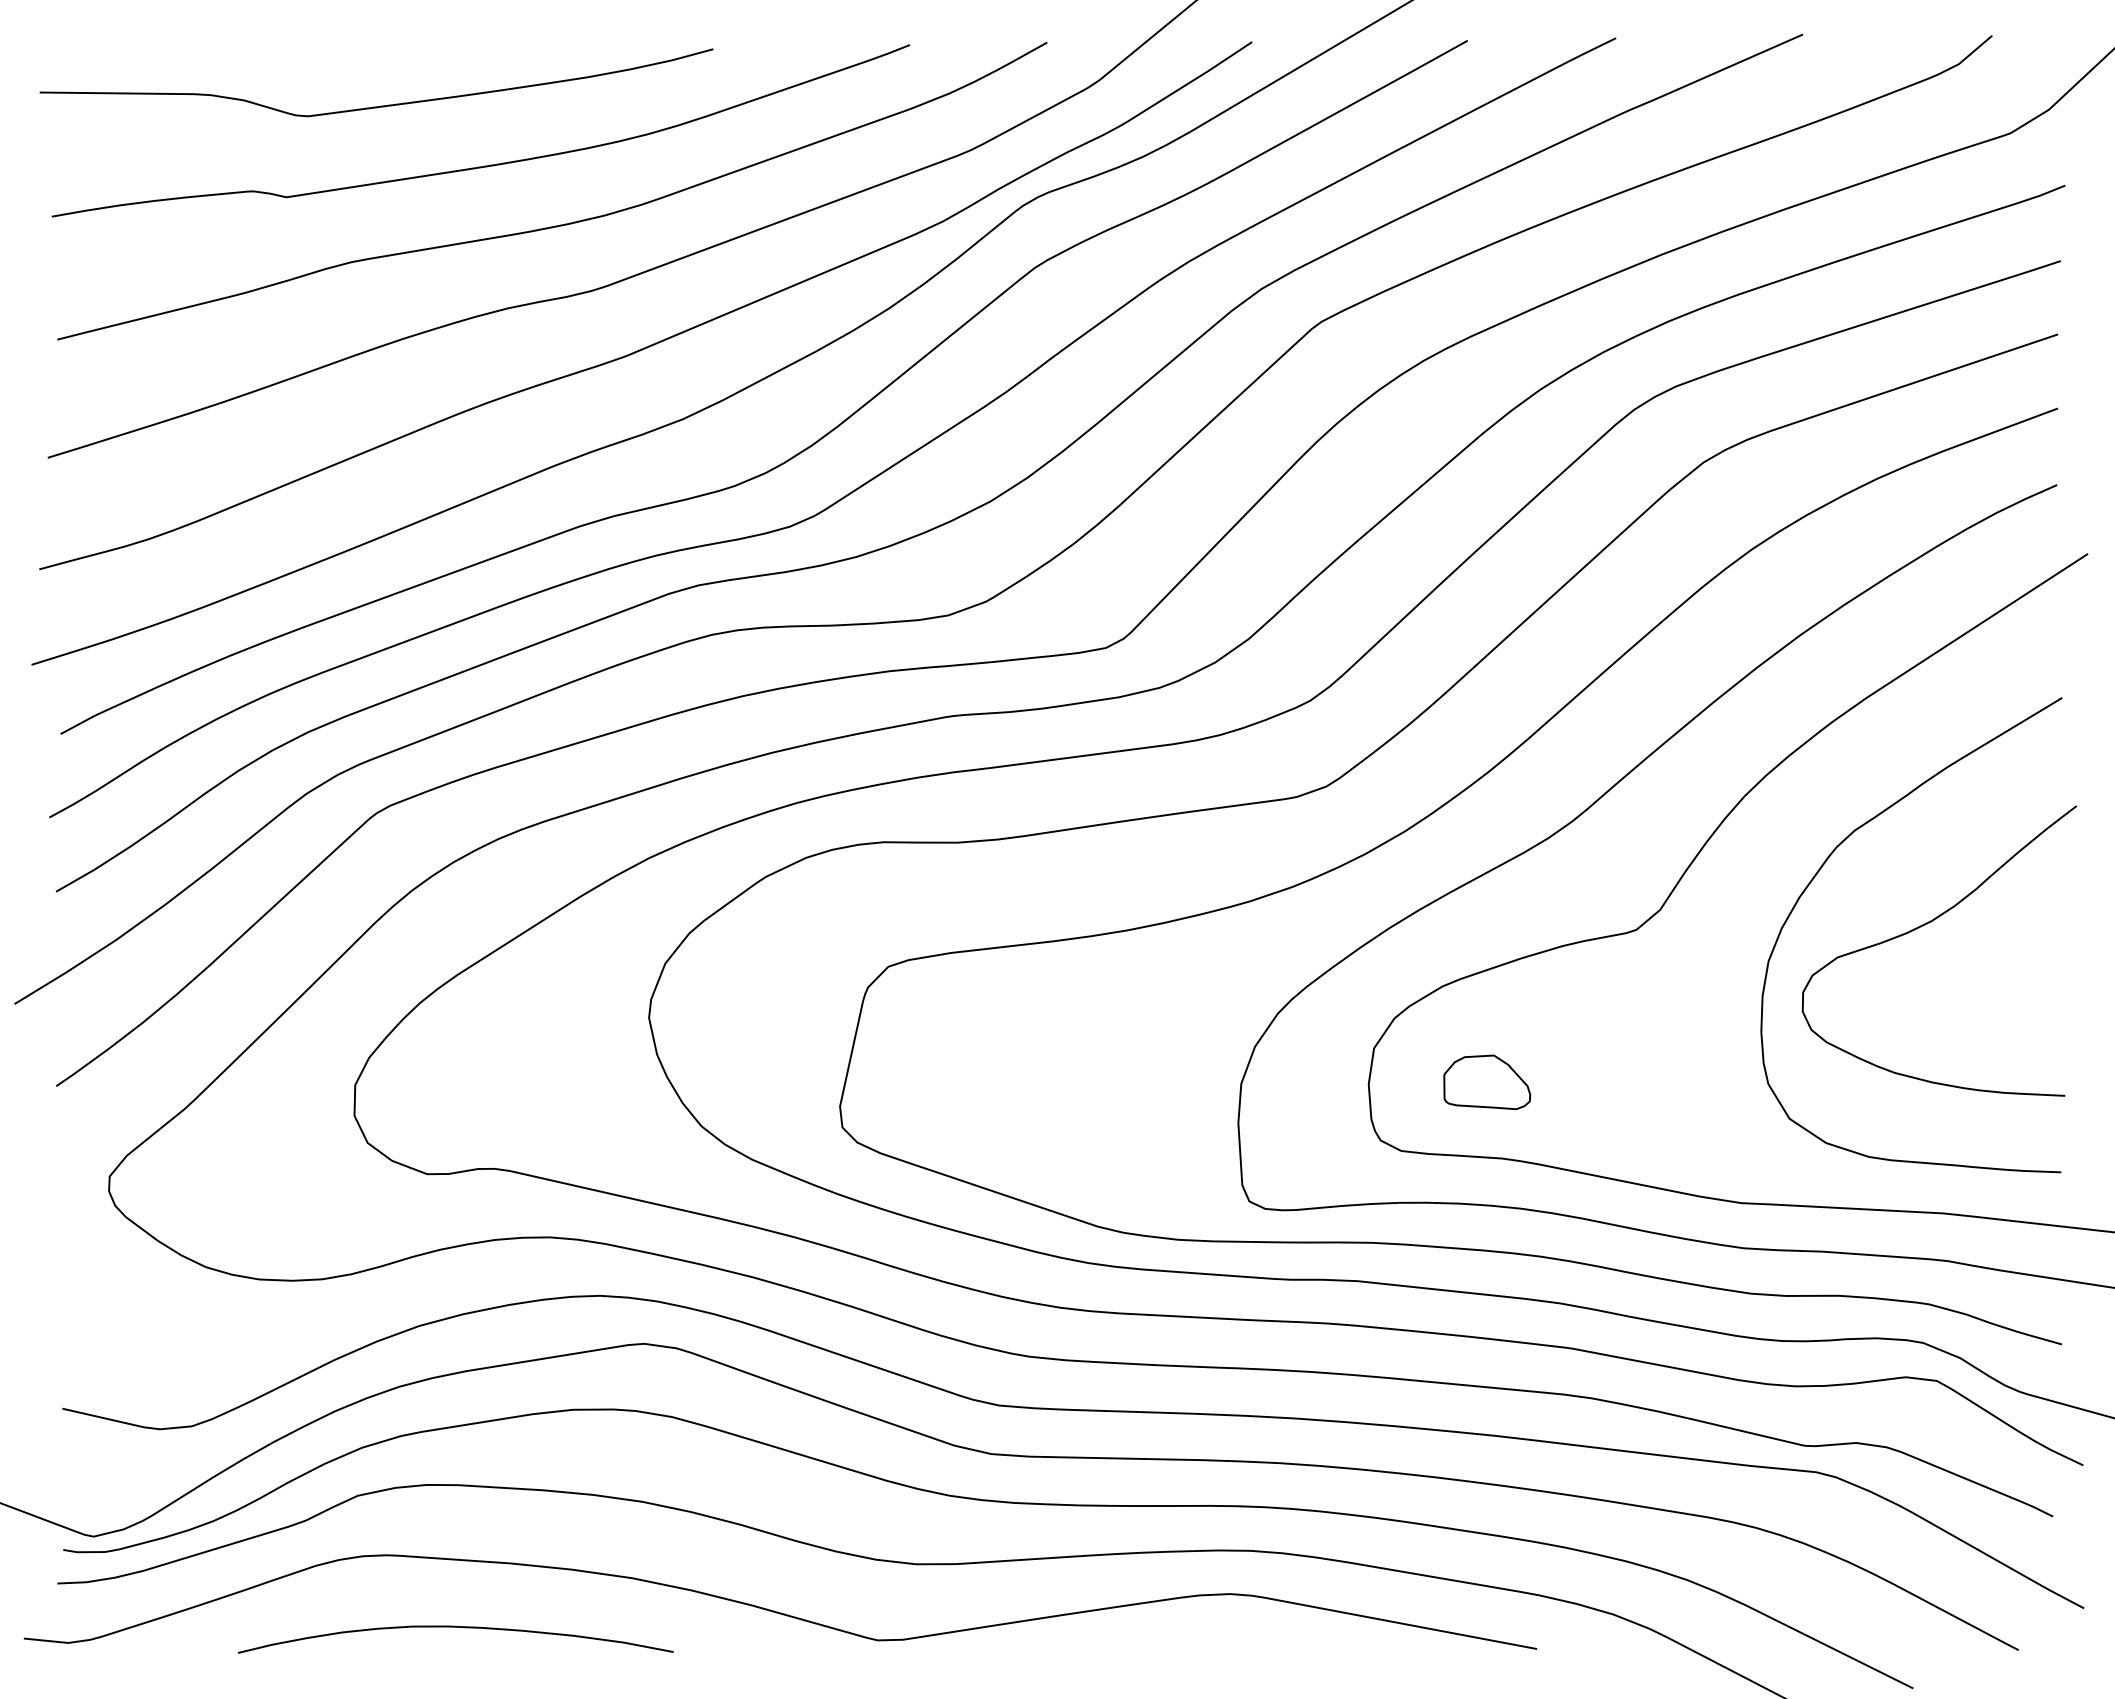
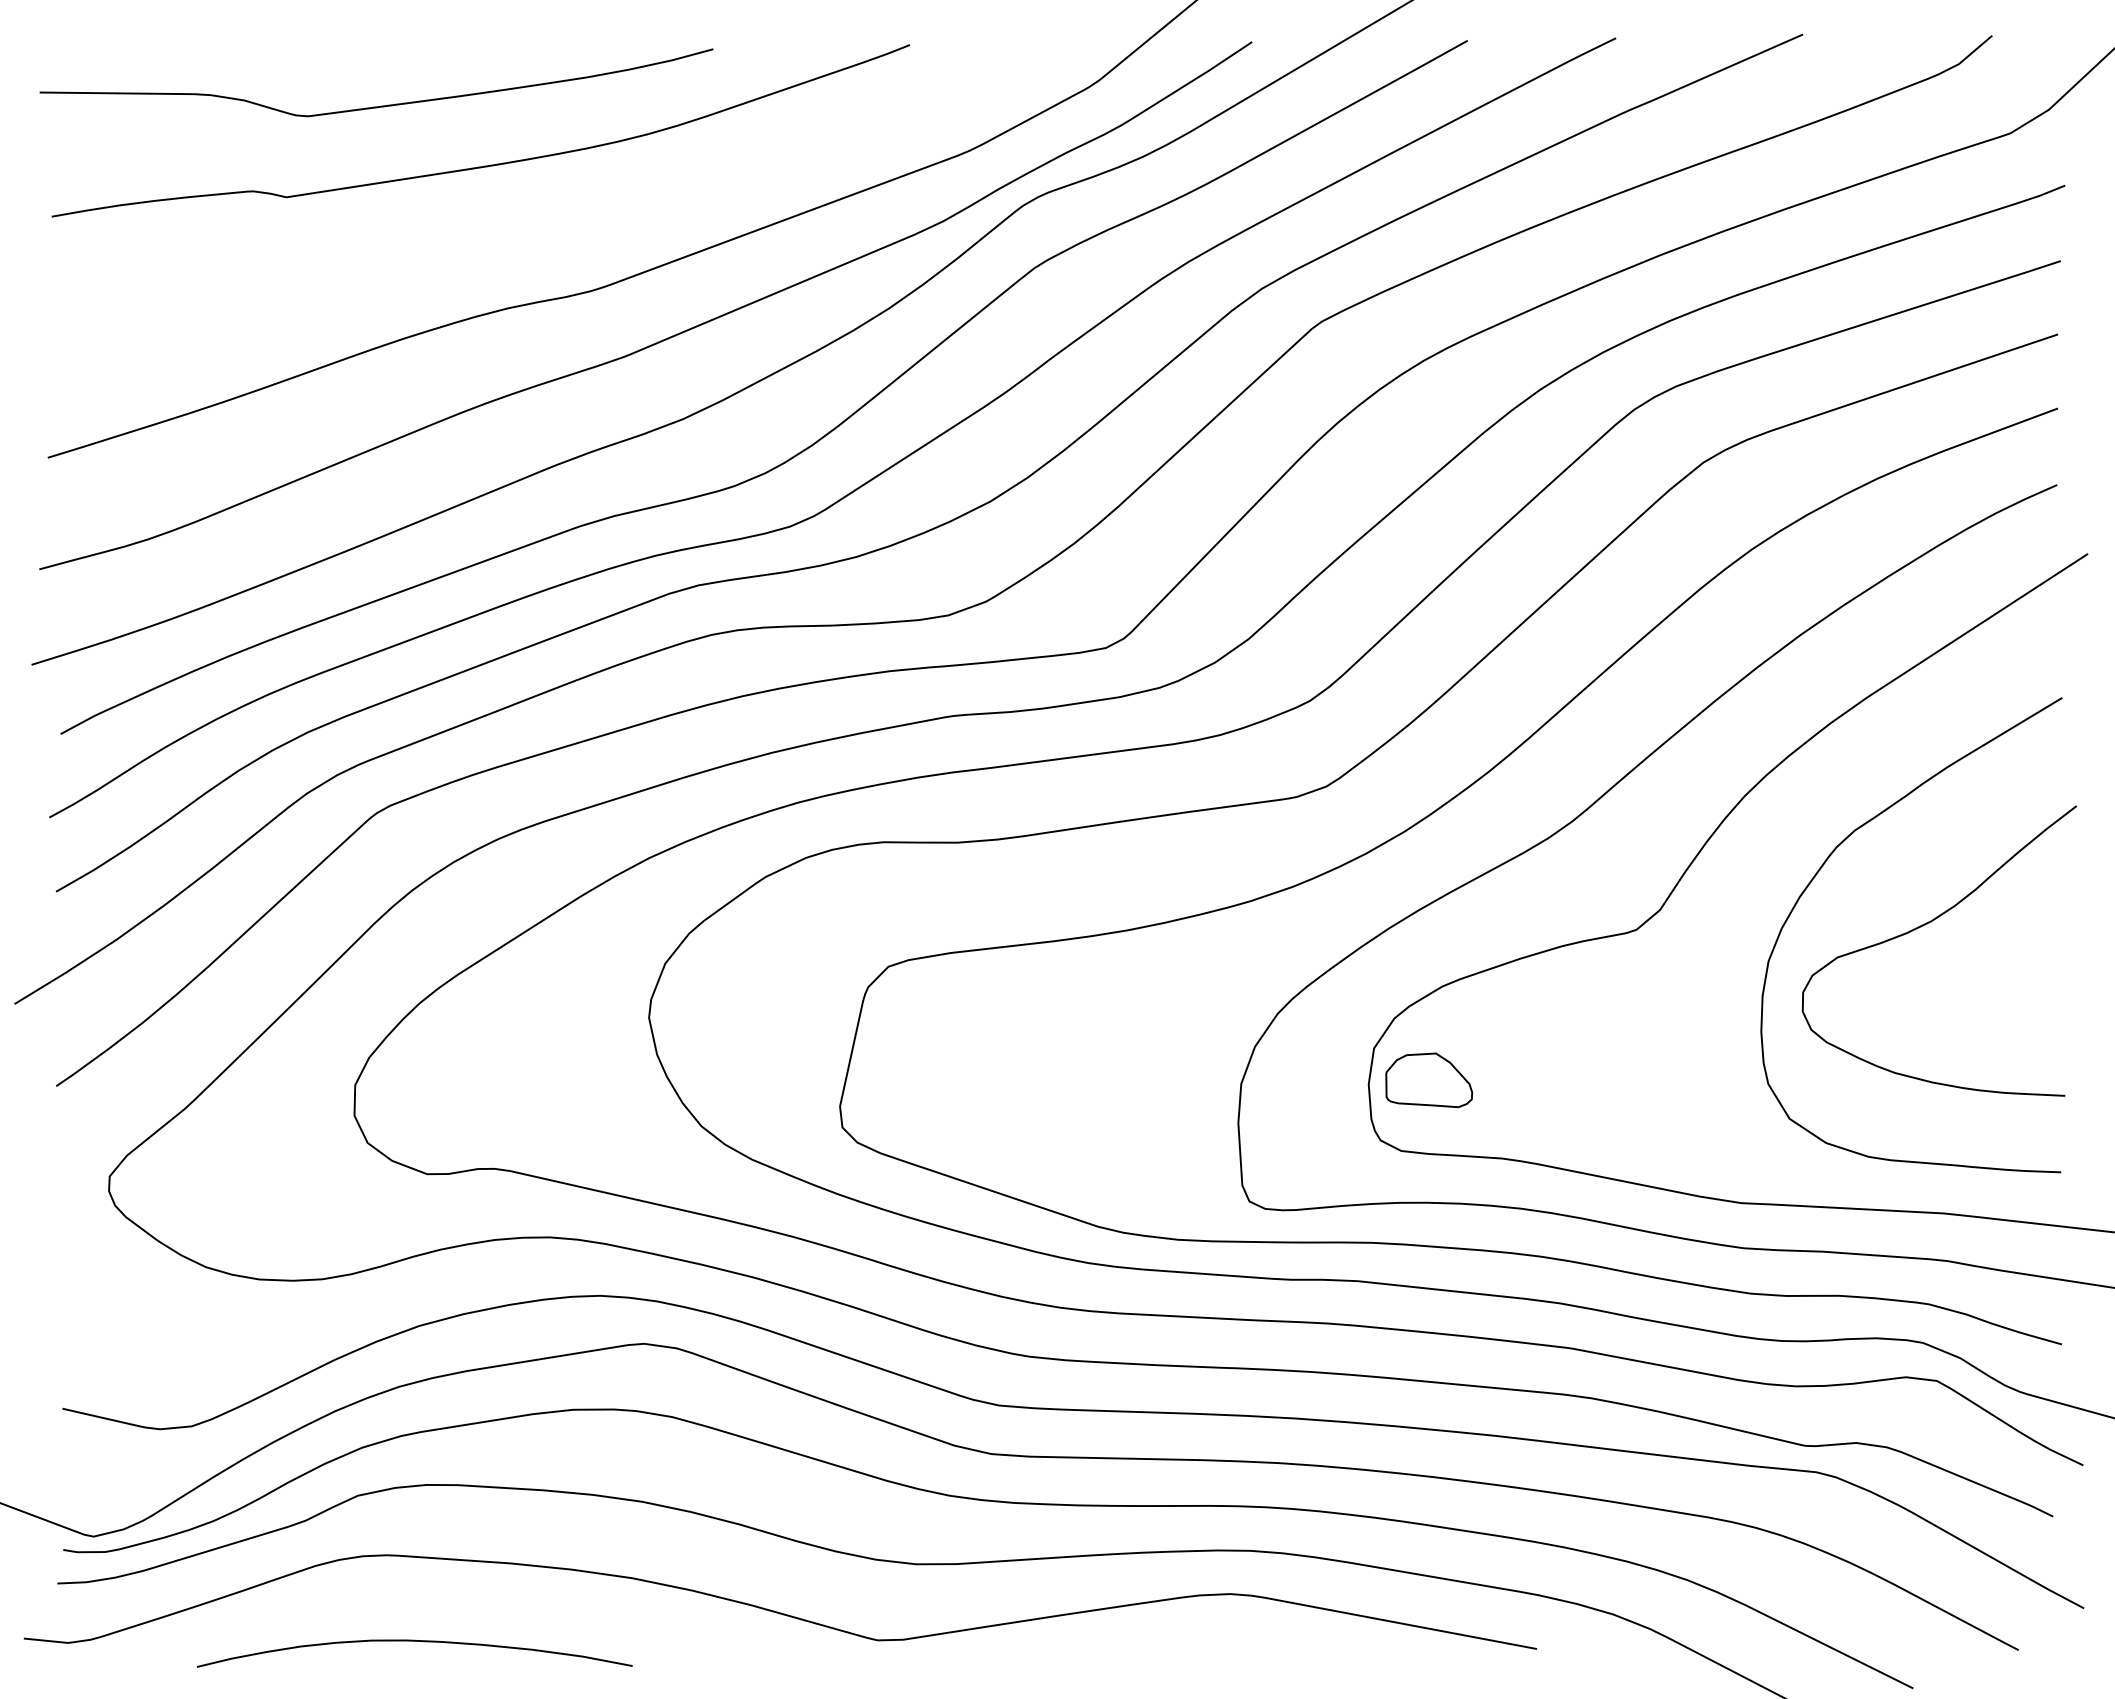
curve at (559, 224): present -> none
part at (1487, 1082) position: (1487, 1082) -> (1429, 1080)
curve at (455, 1627) position: (455, 1627) -> (414, 1641)
